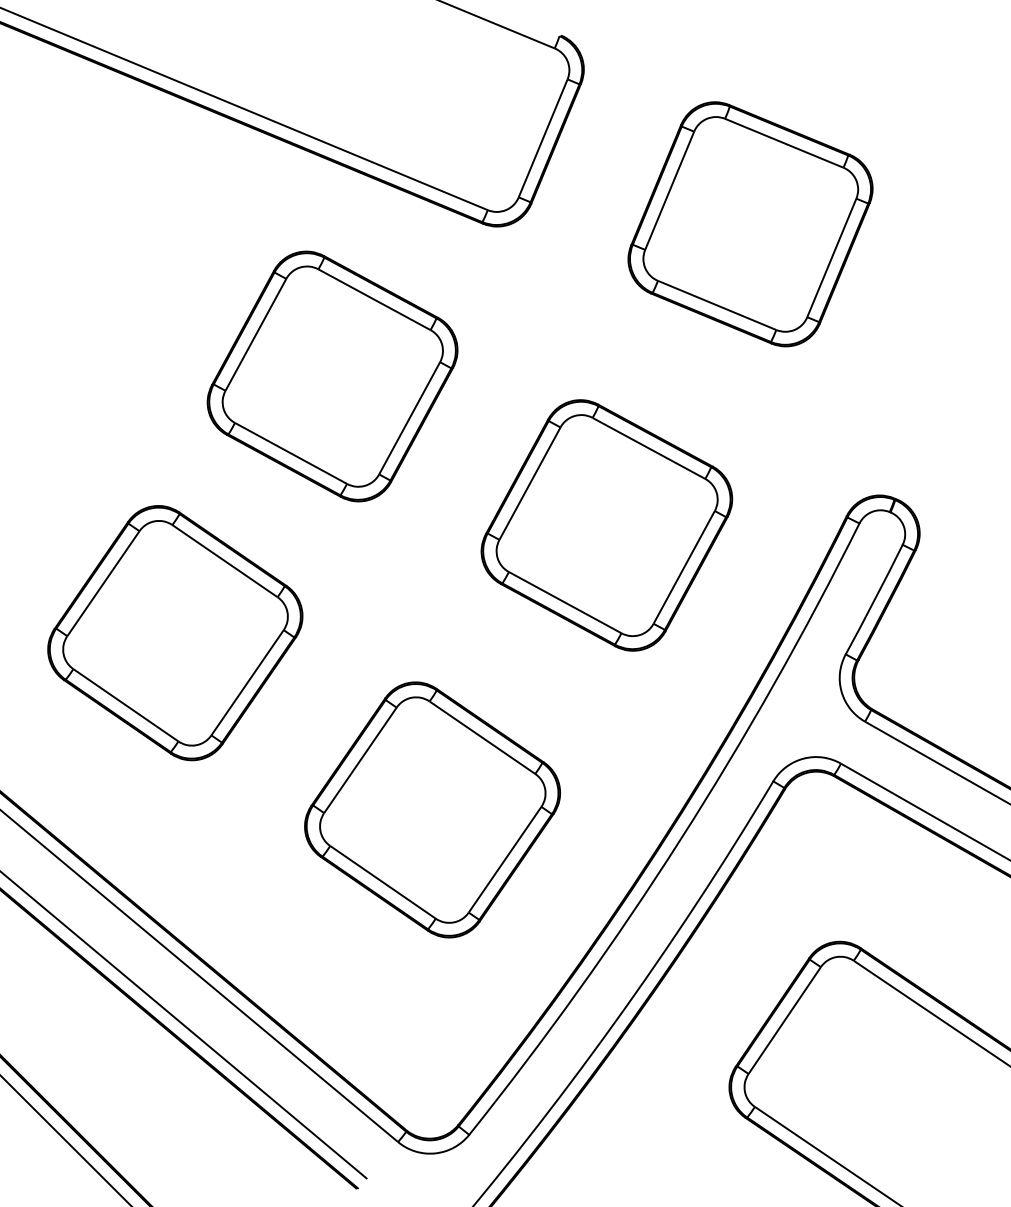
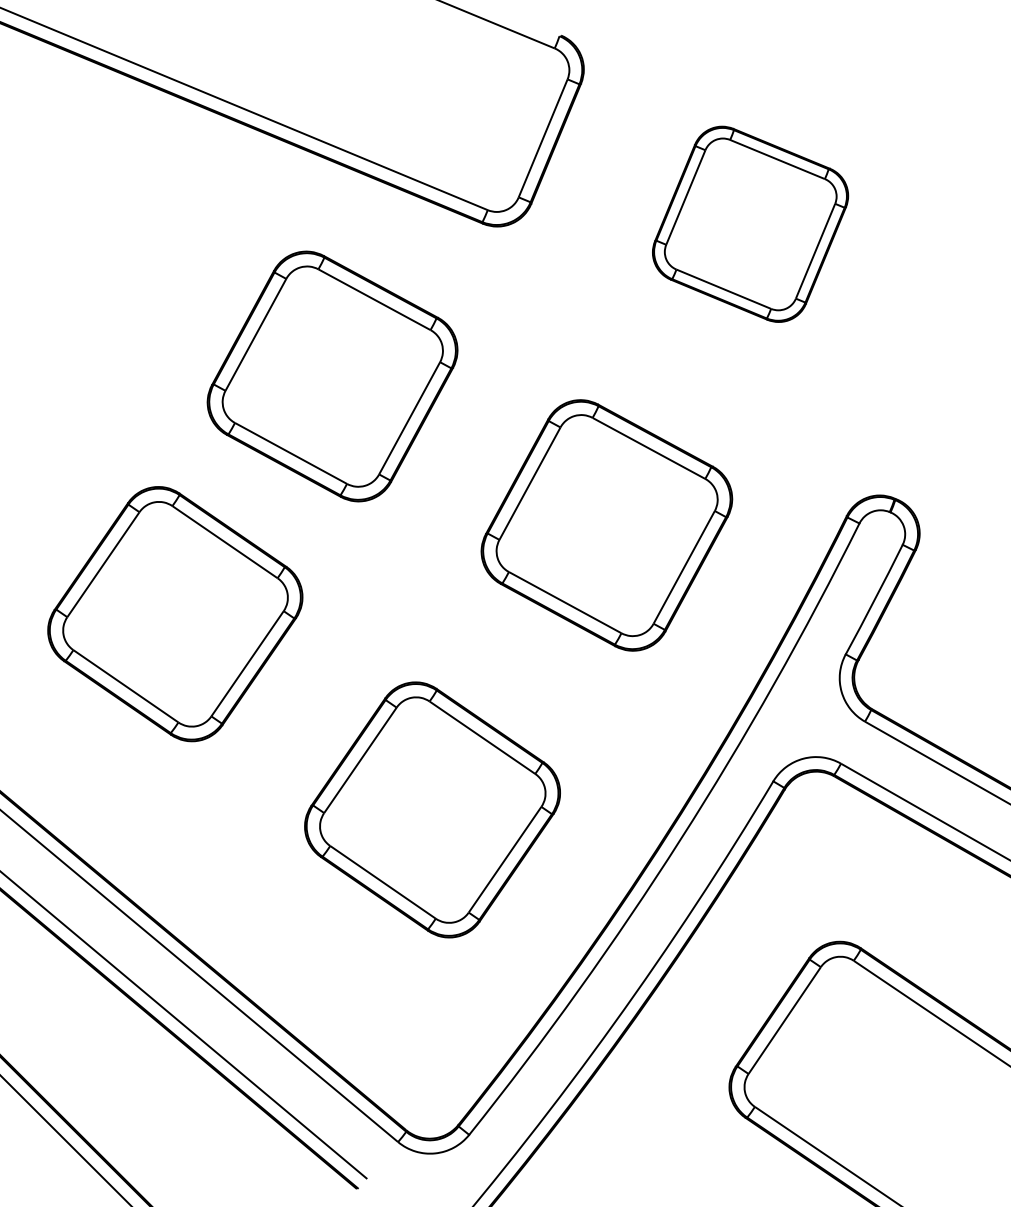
part at (750, 224) size: 247x247 px -> 198x198 px
part at (175, 633) position: (175, 633) -> (175, 614)
